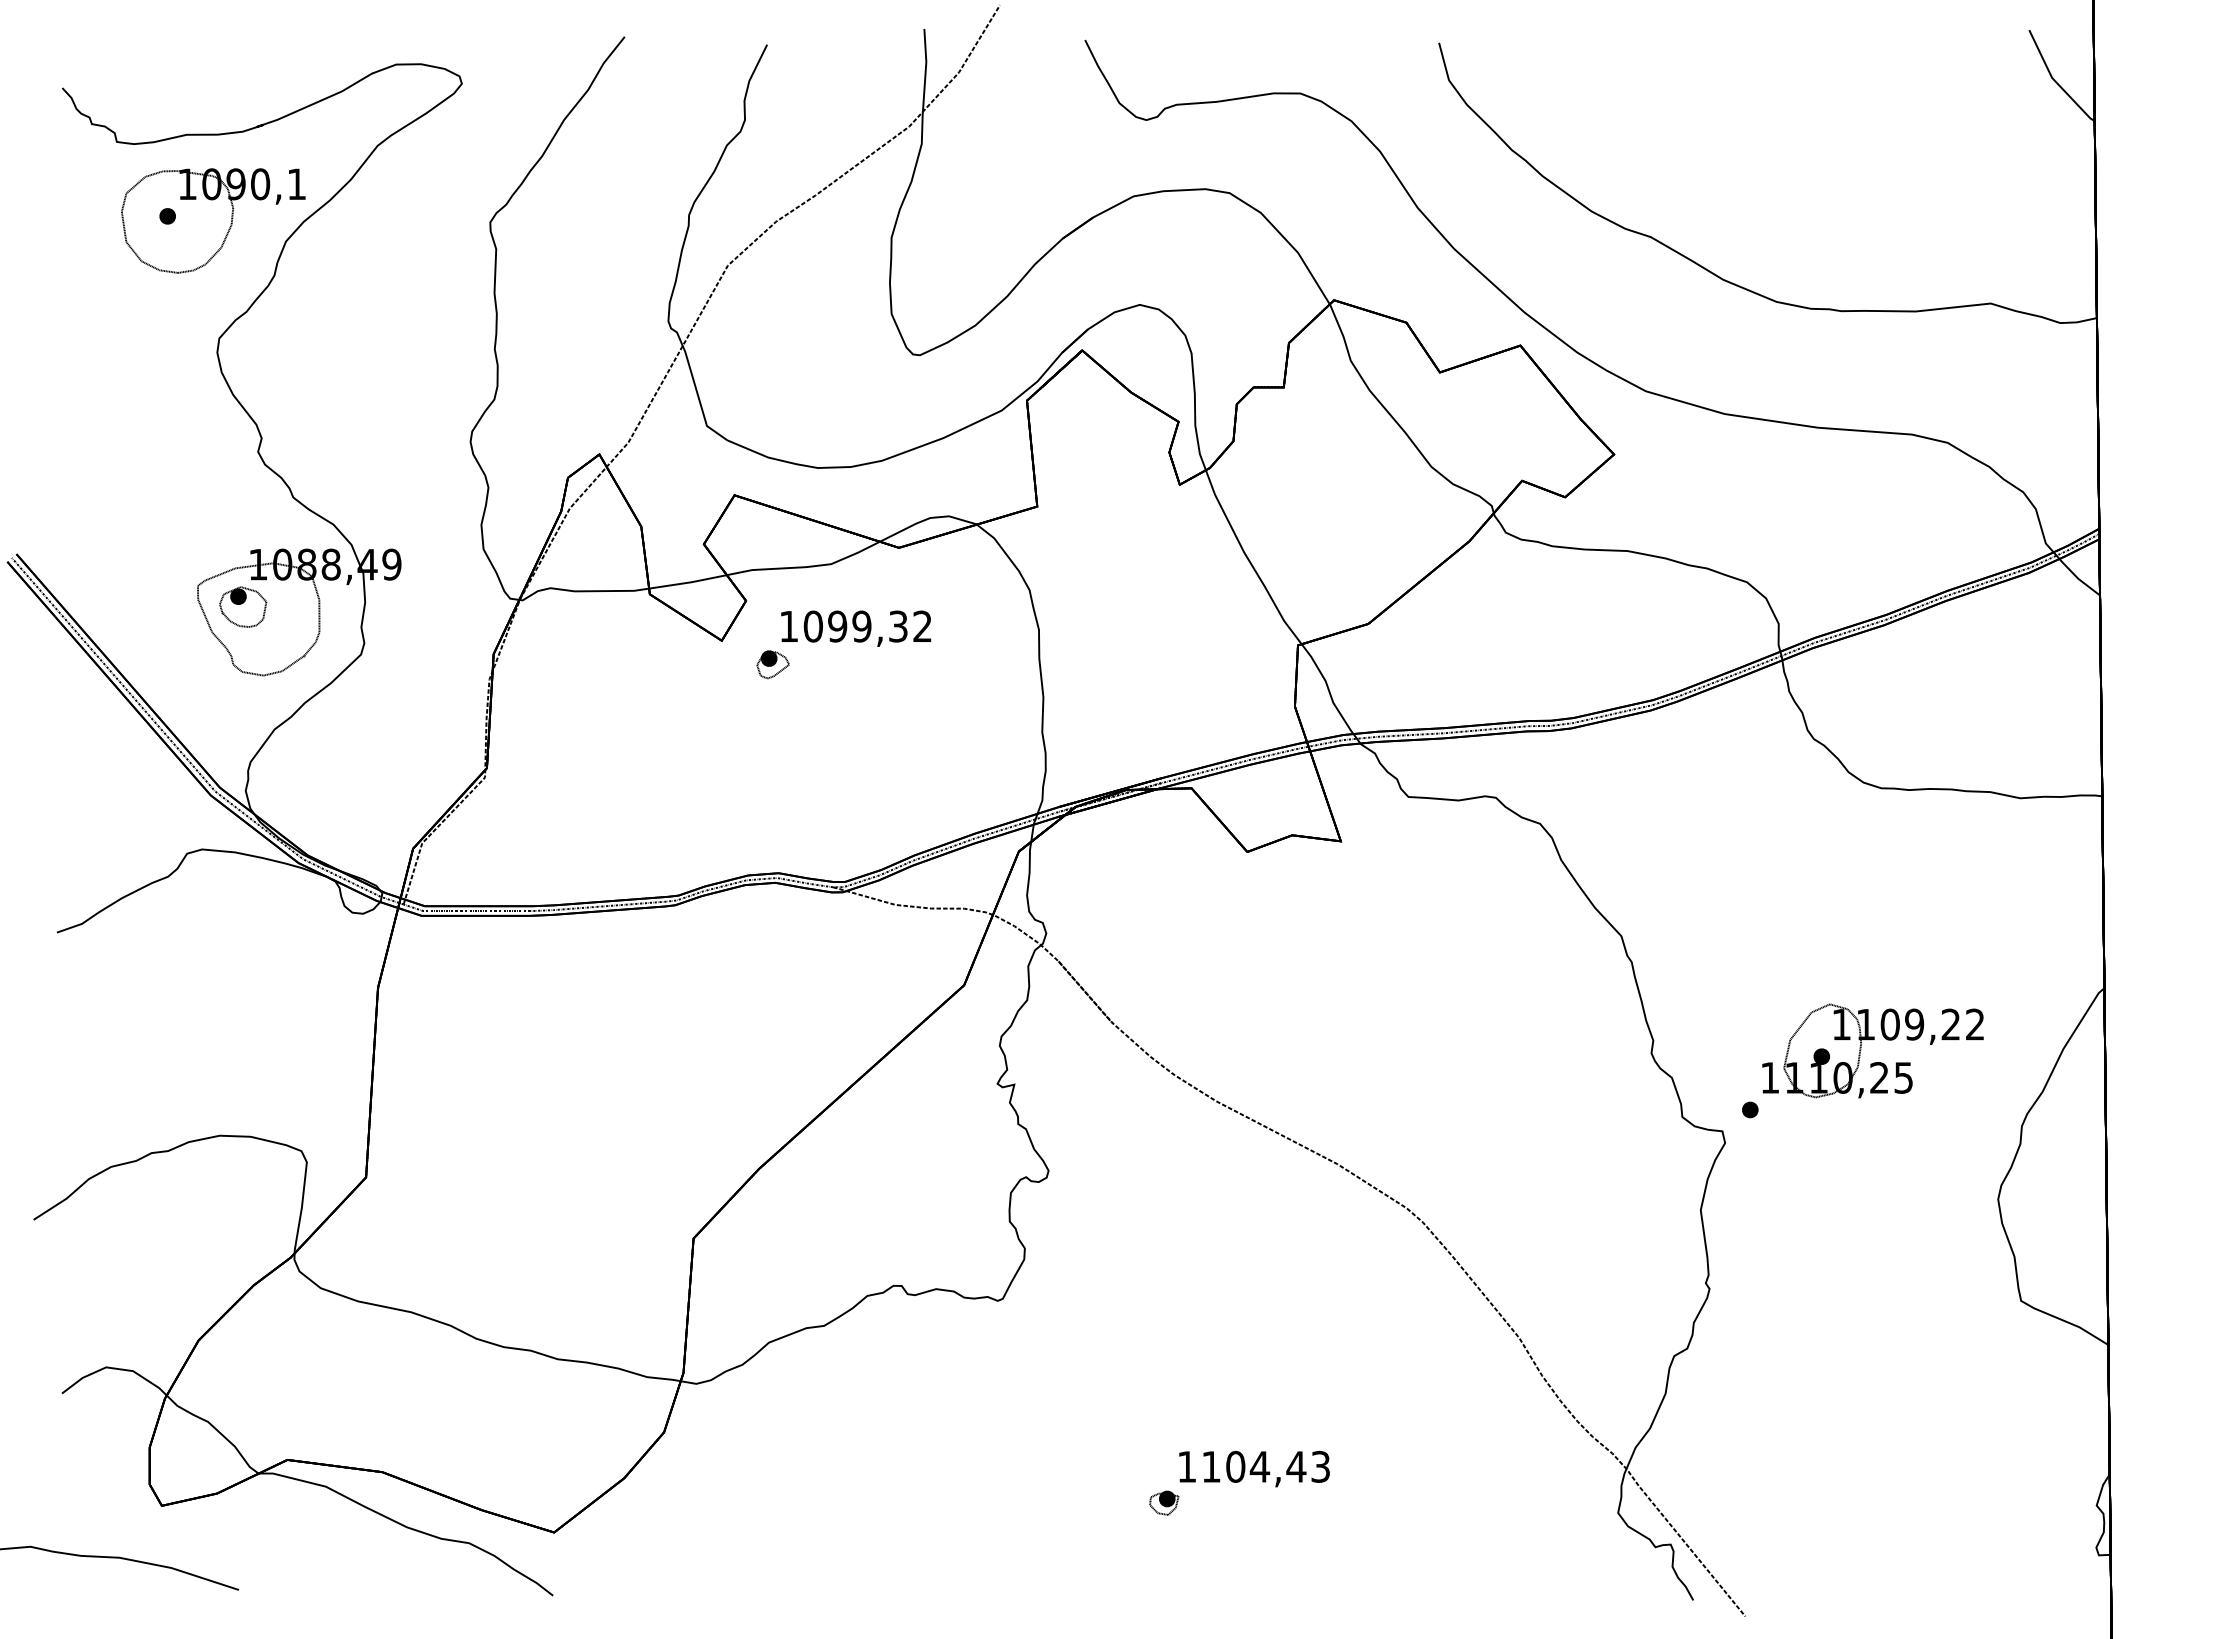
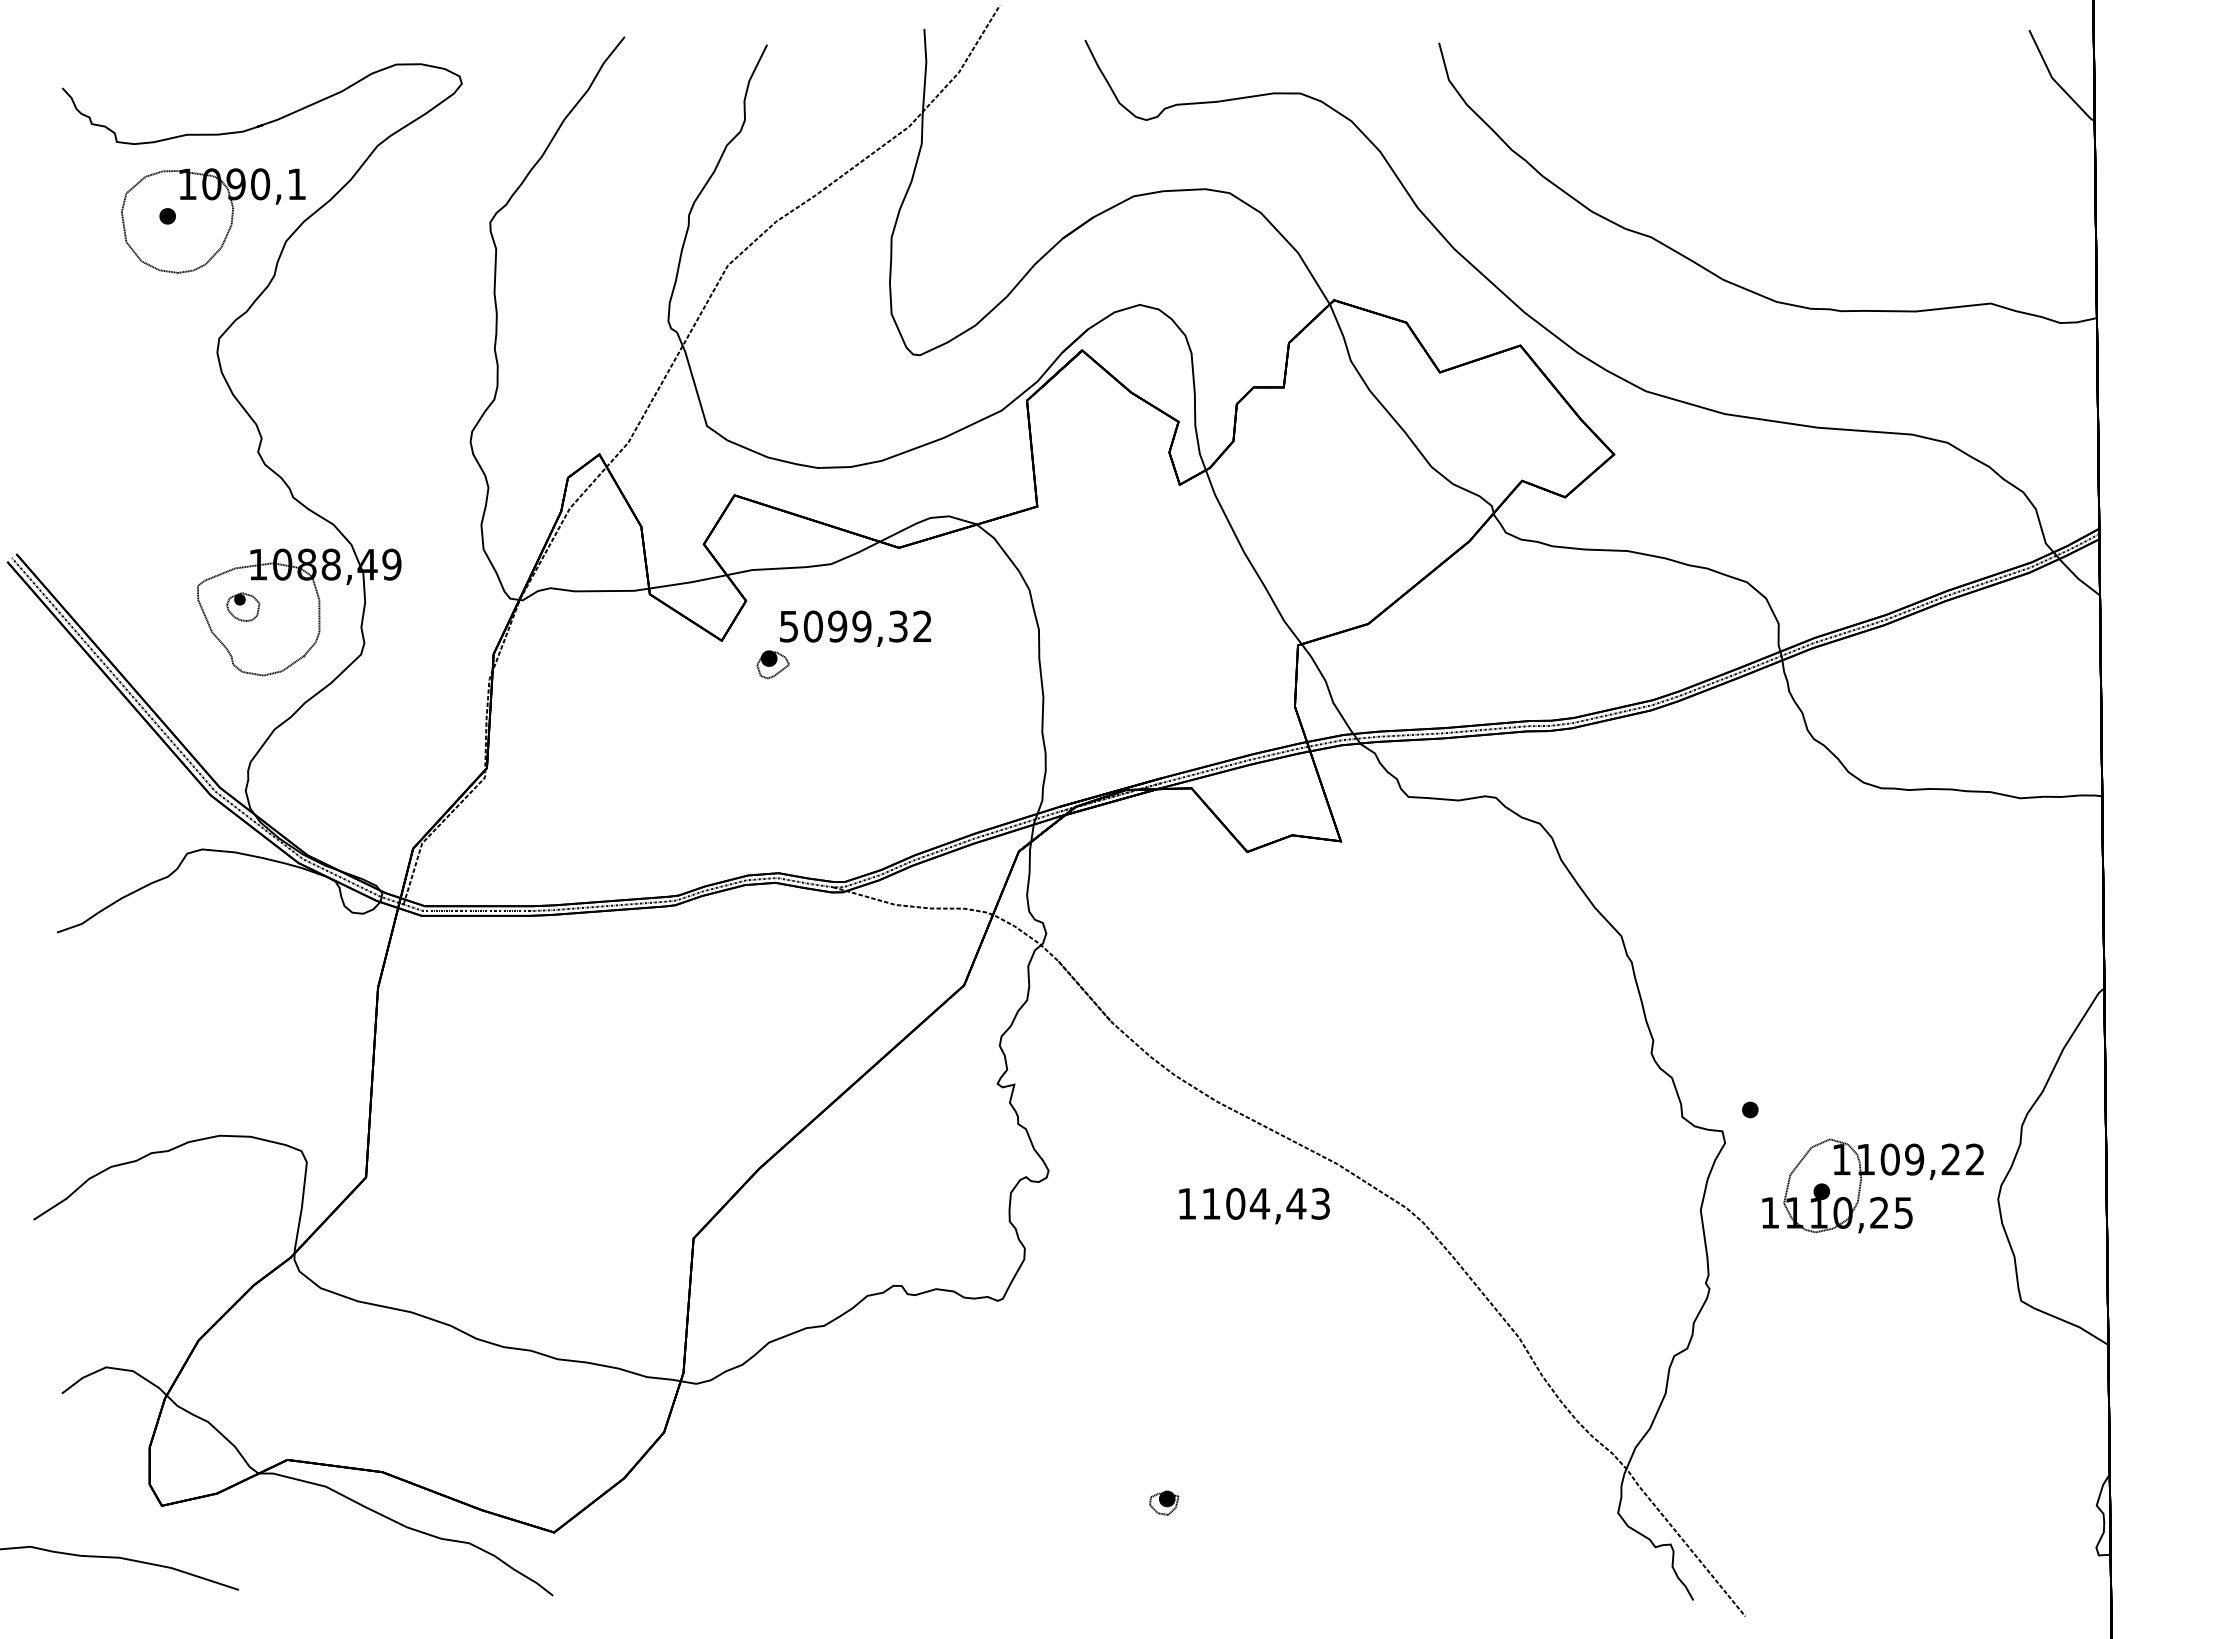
part at (243, 606) size: 49x42 px -> 35x30 px
text at (788, 626): 1099,32 -> 5099,32
part at (1872, 1040) position: (1872, 1040) -> (1872, 1175)
text at (1254, 1469) position: (1254, 1469) -> (1254, 1206)
